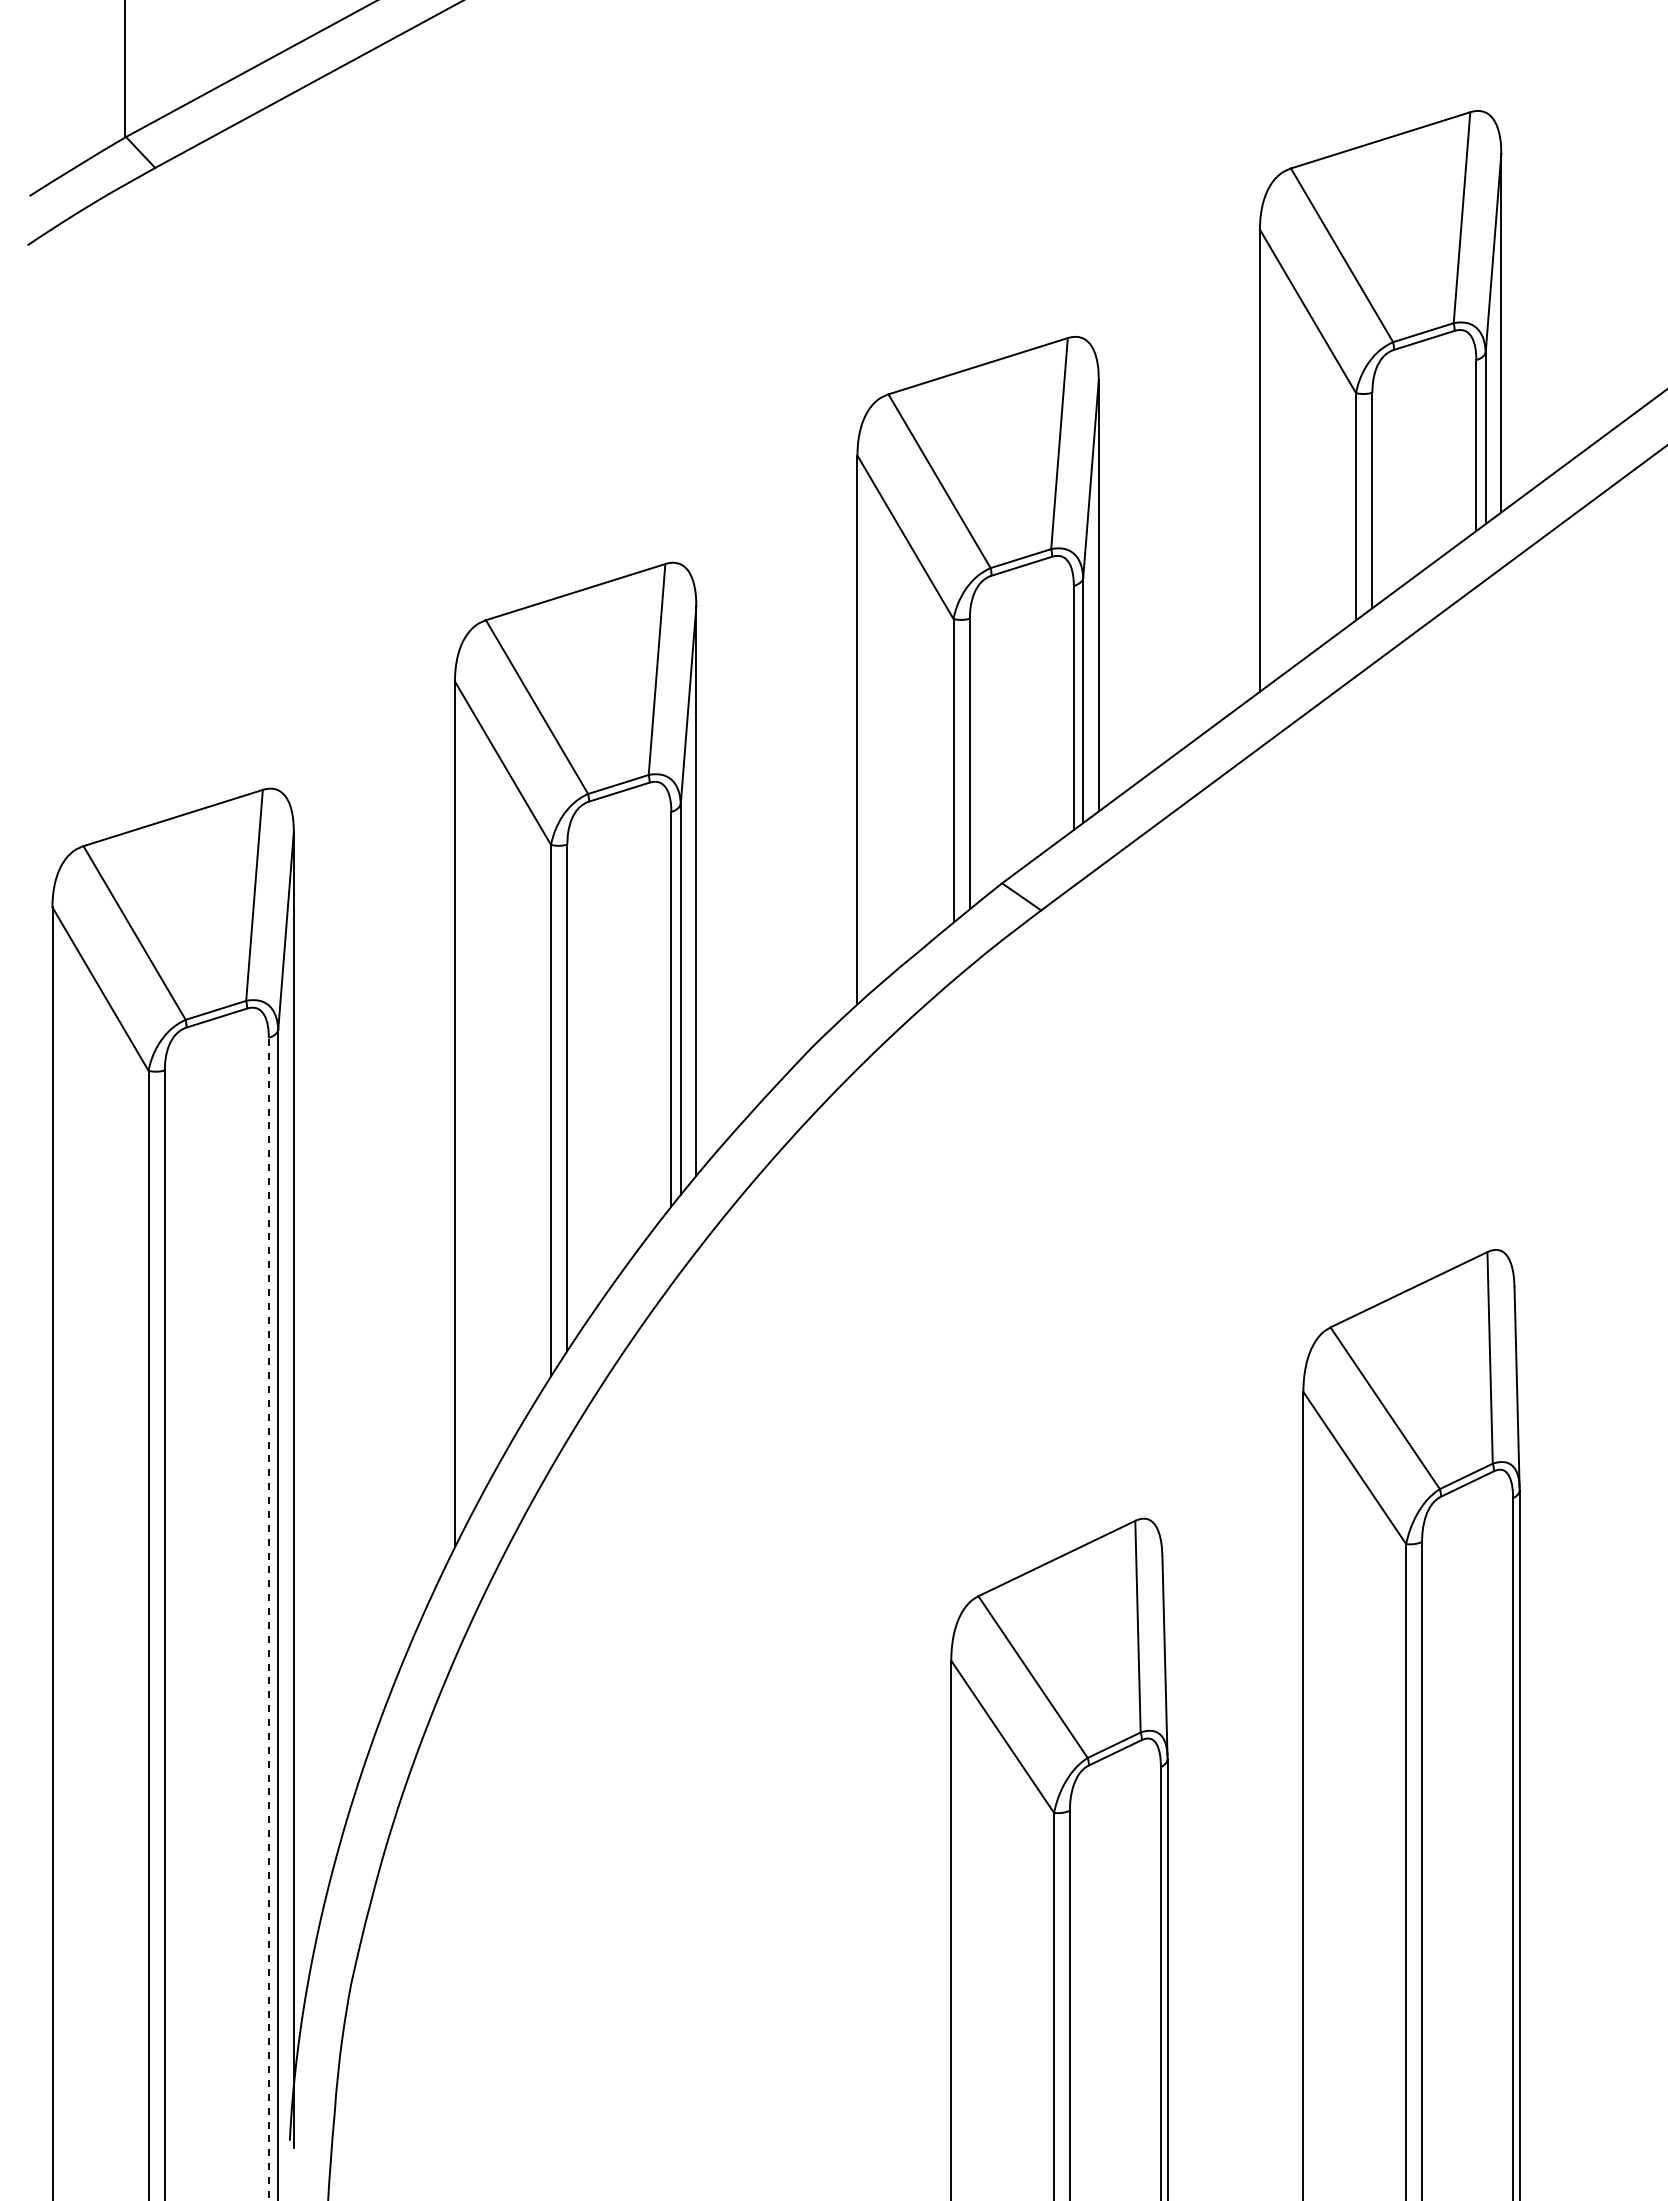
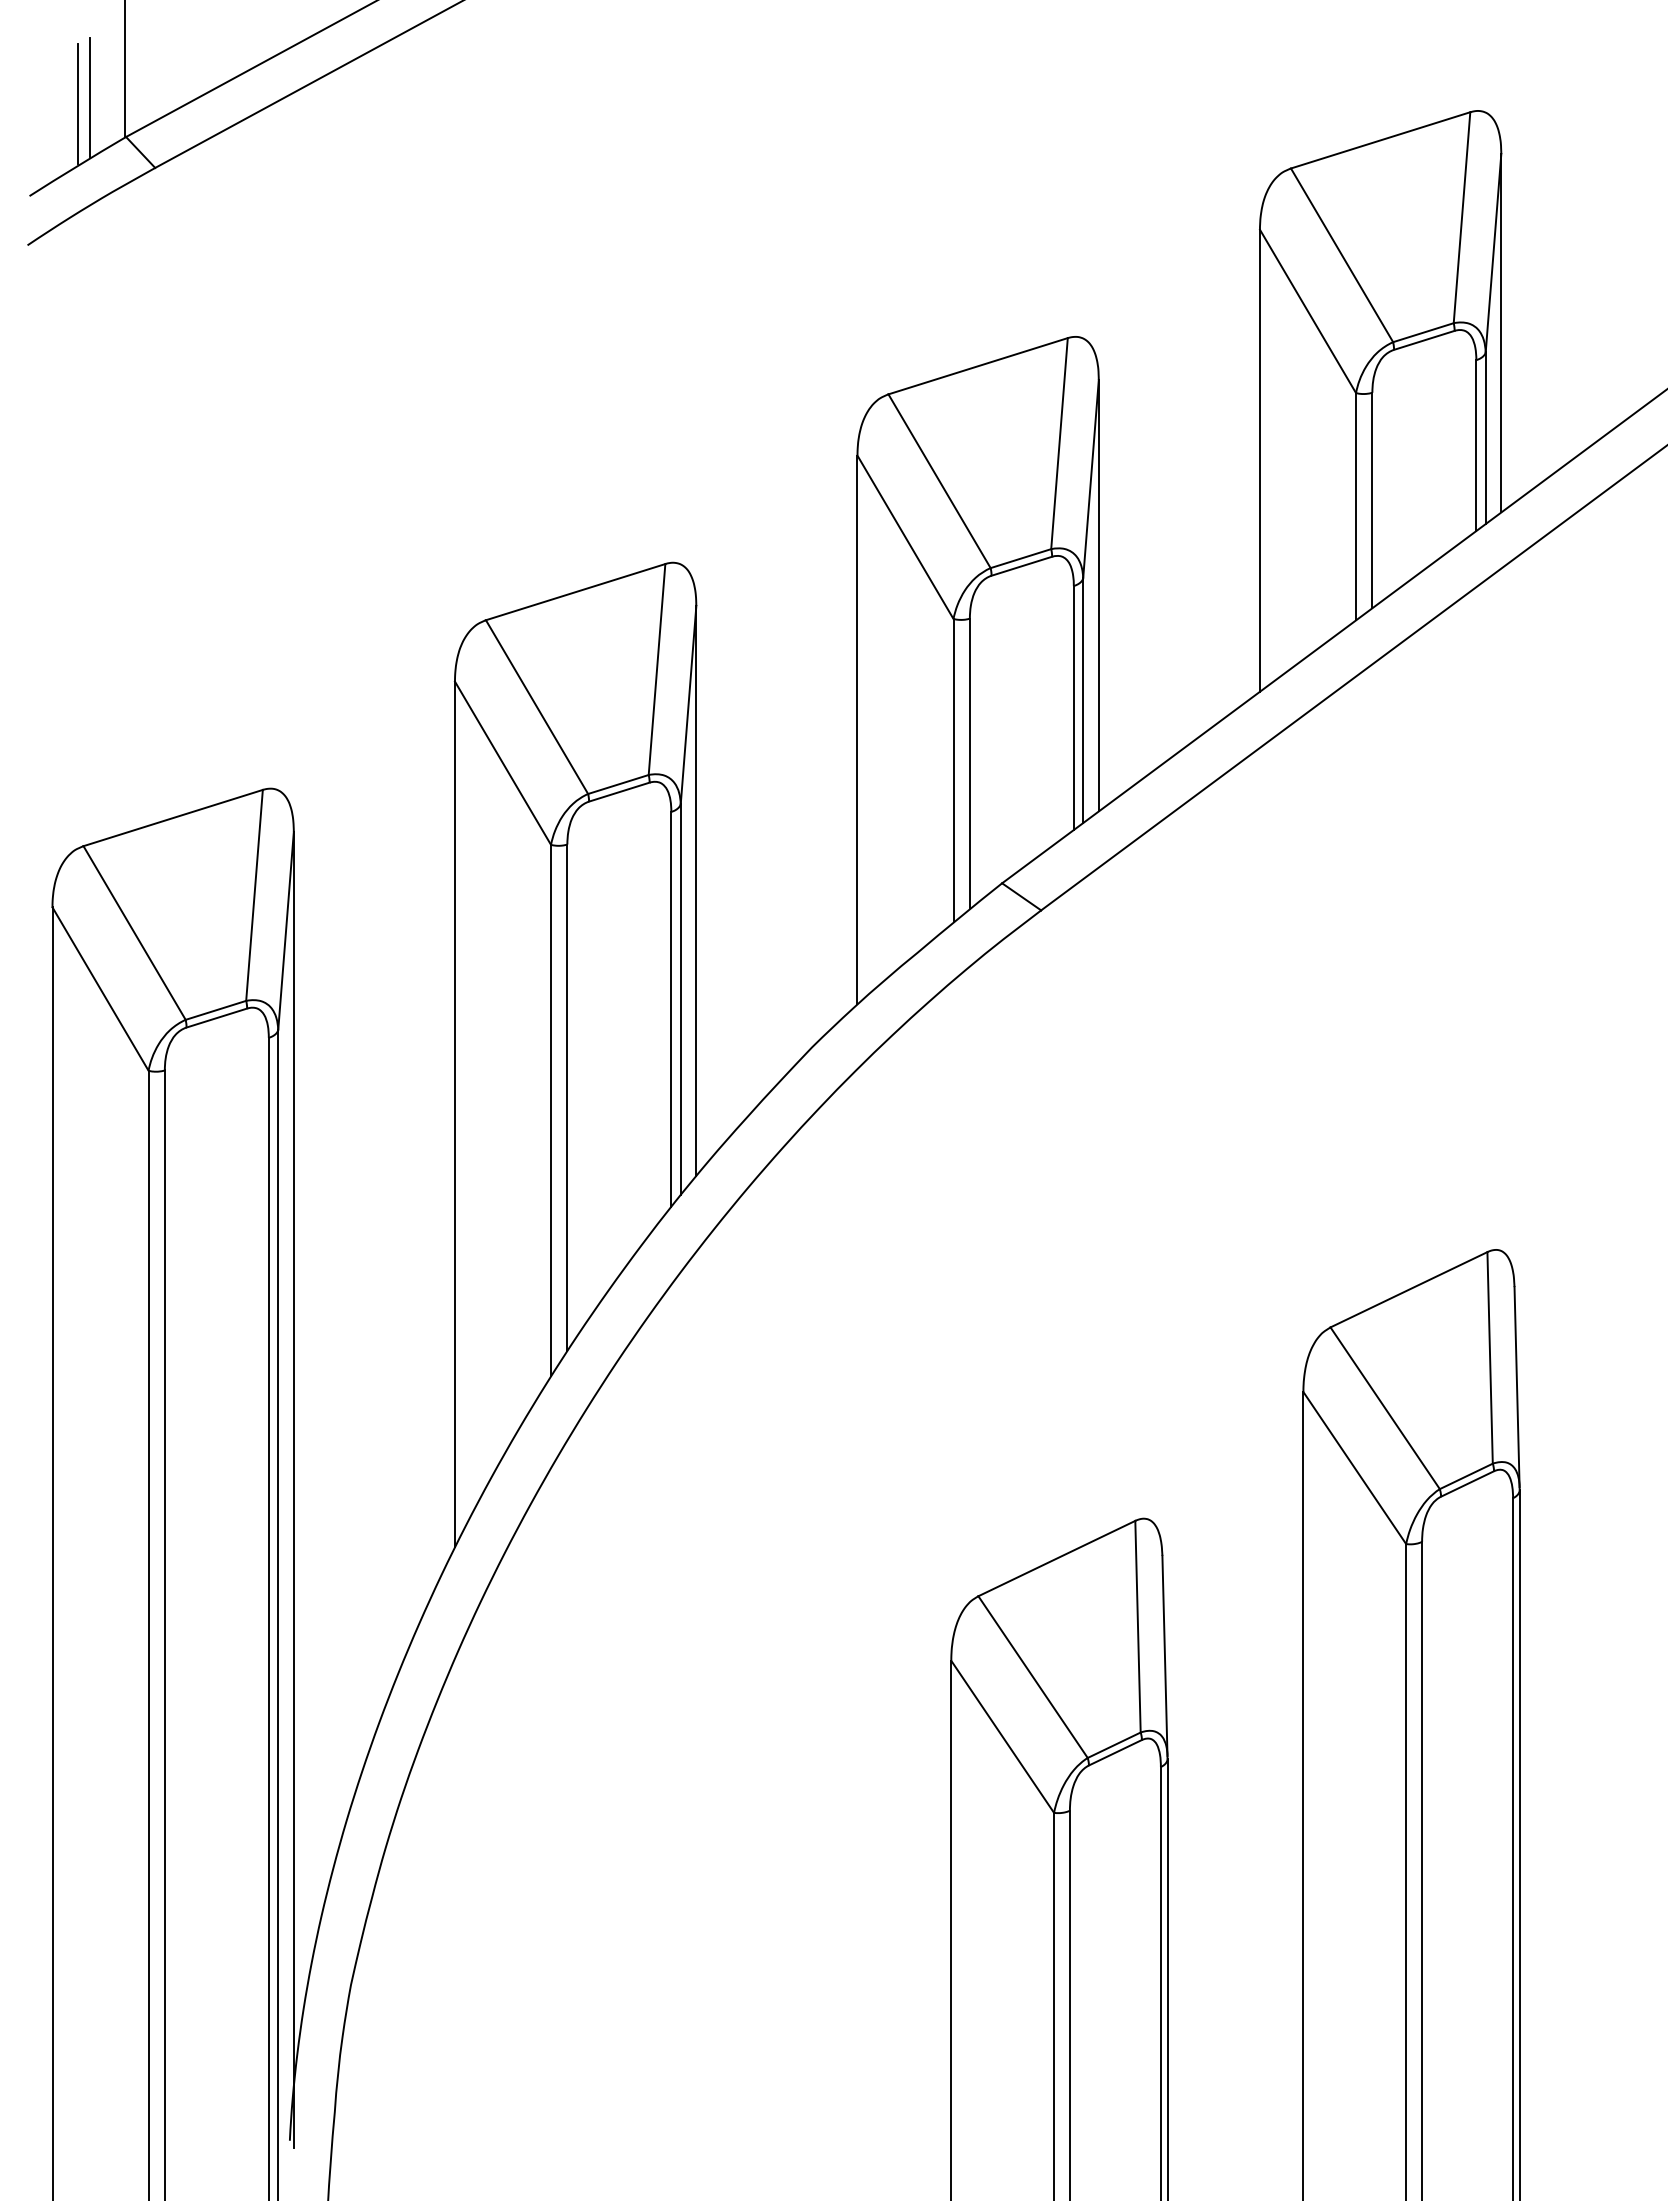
line at (89, 97): none -> present
line at (77, 104): none -> present
line at (268, 1618): dashed -> solid
